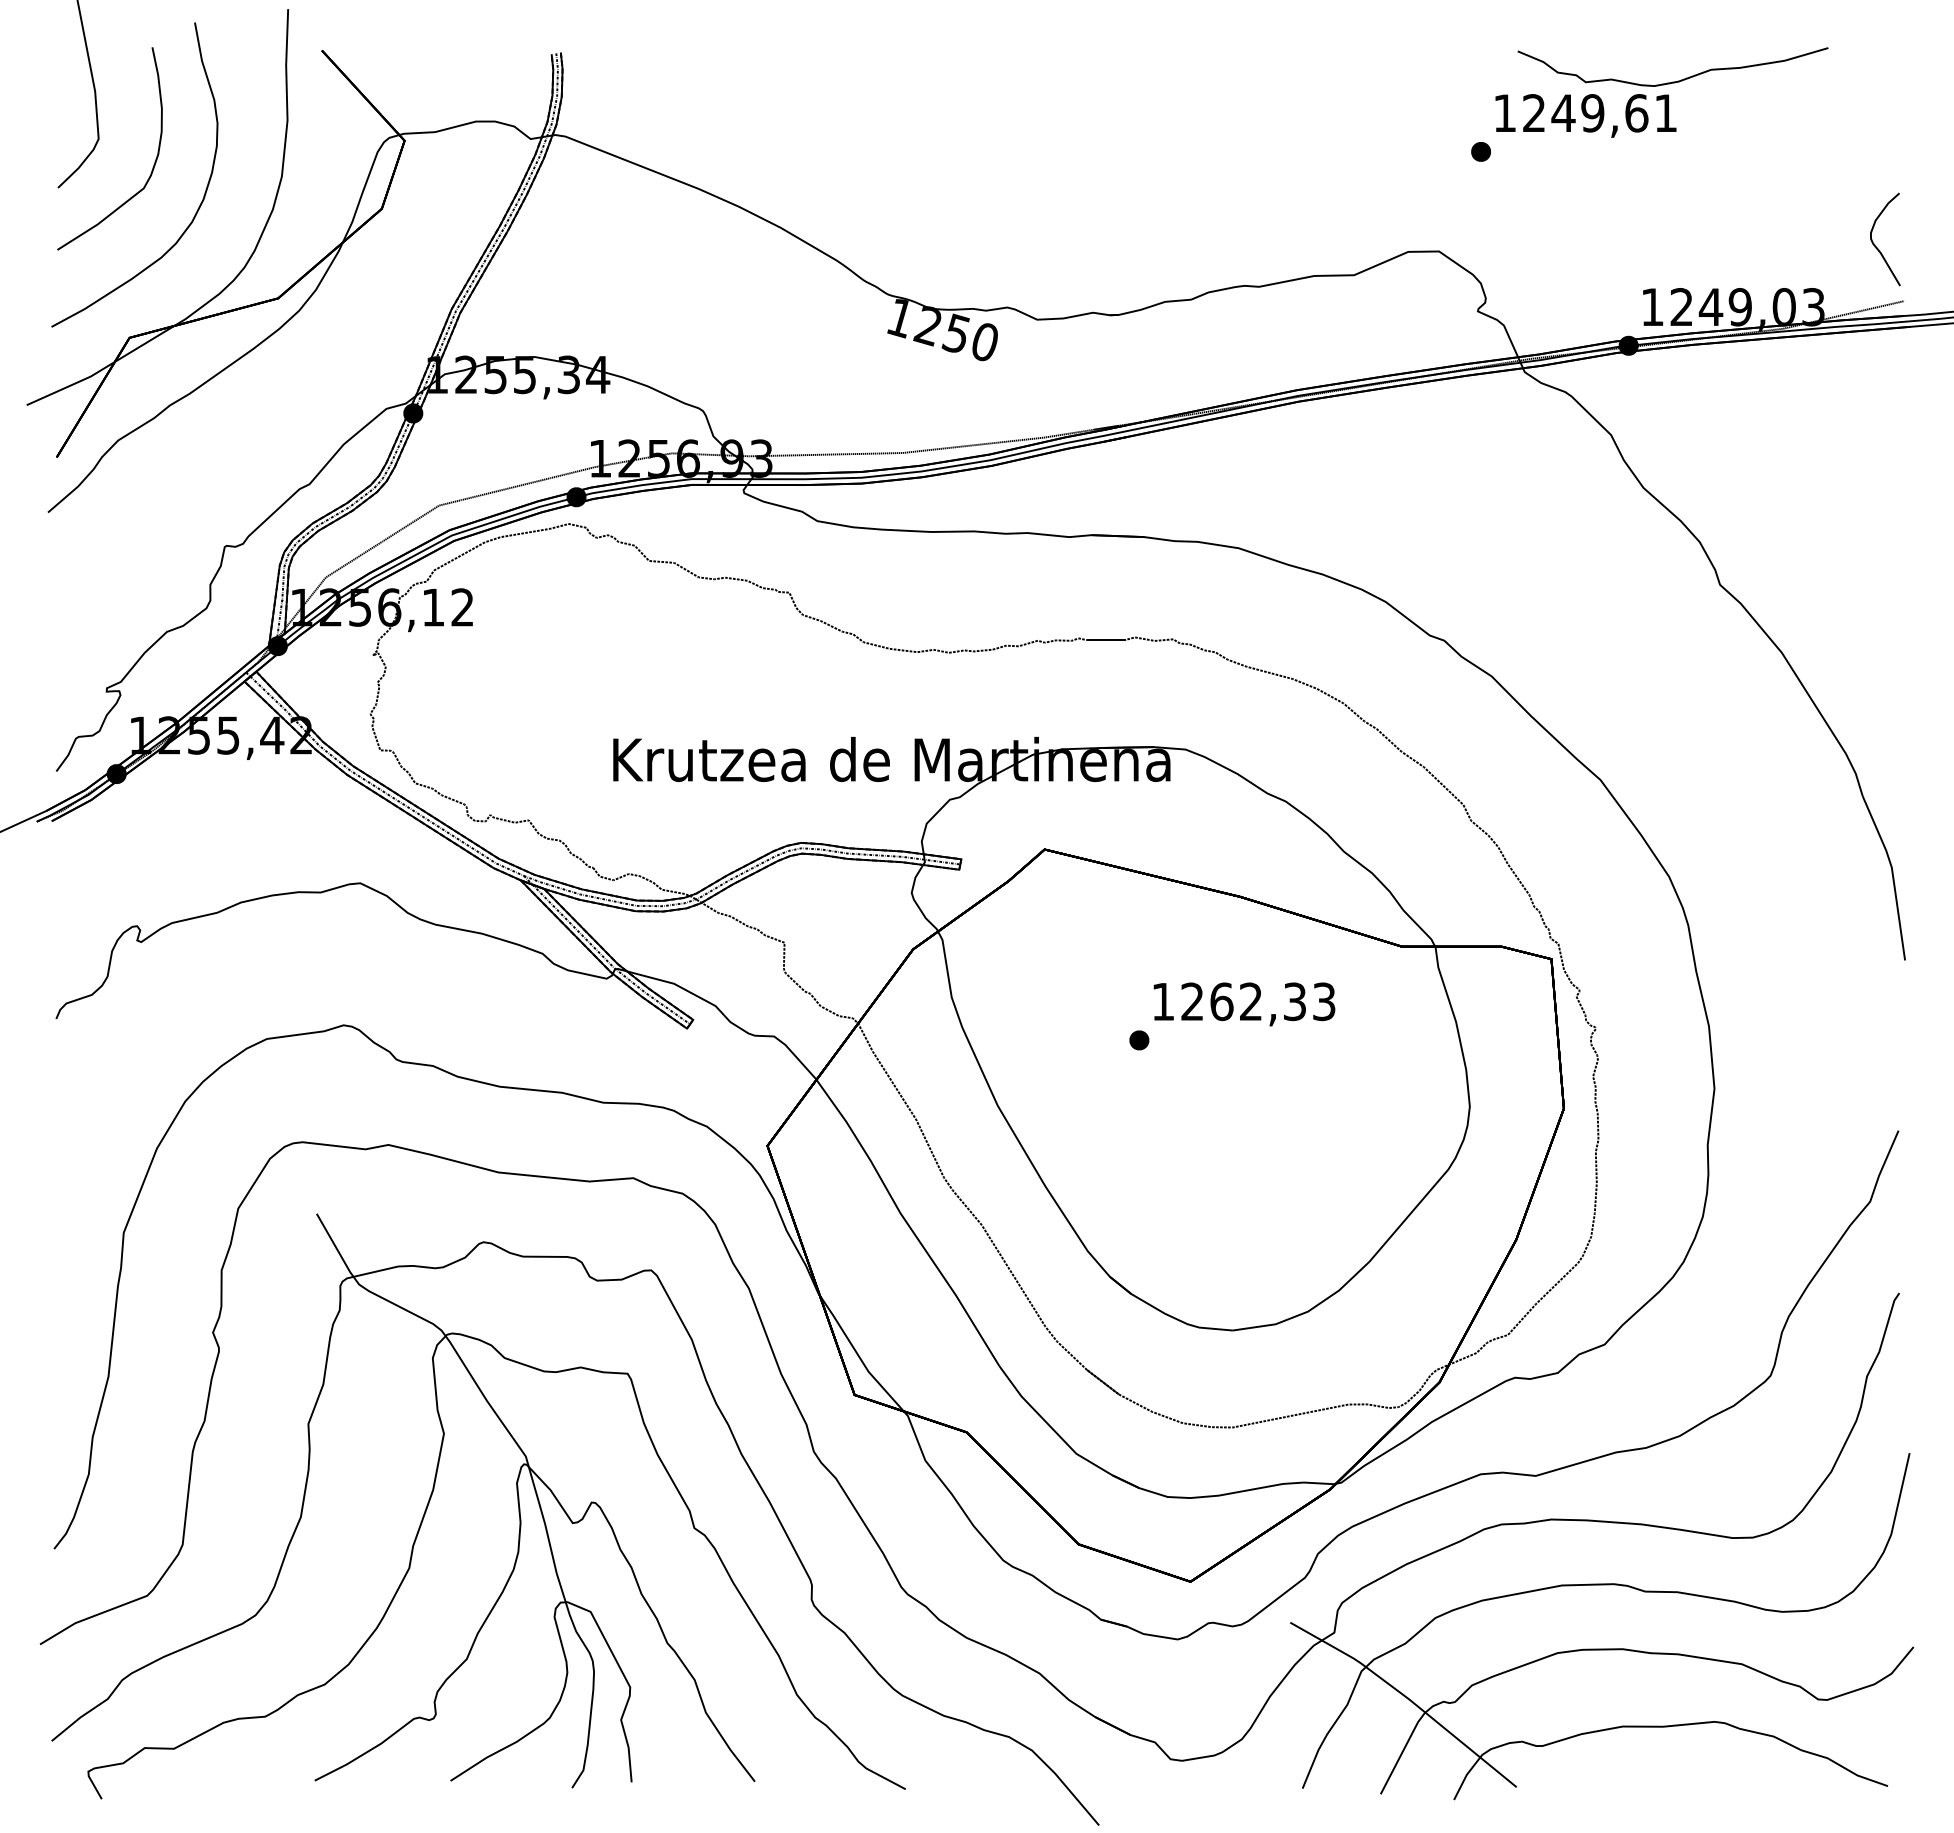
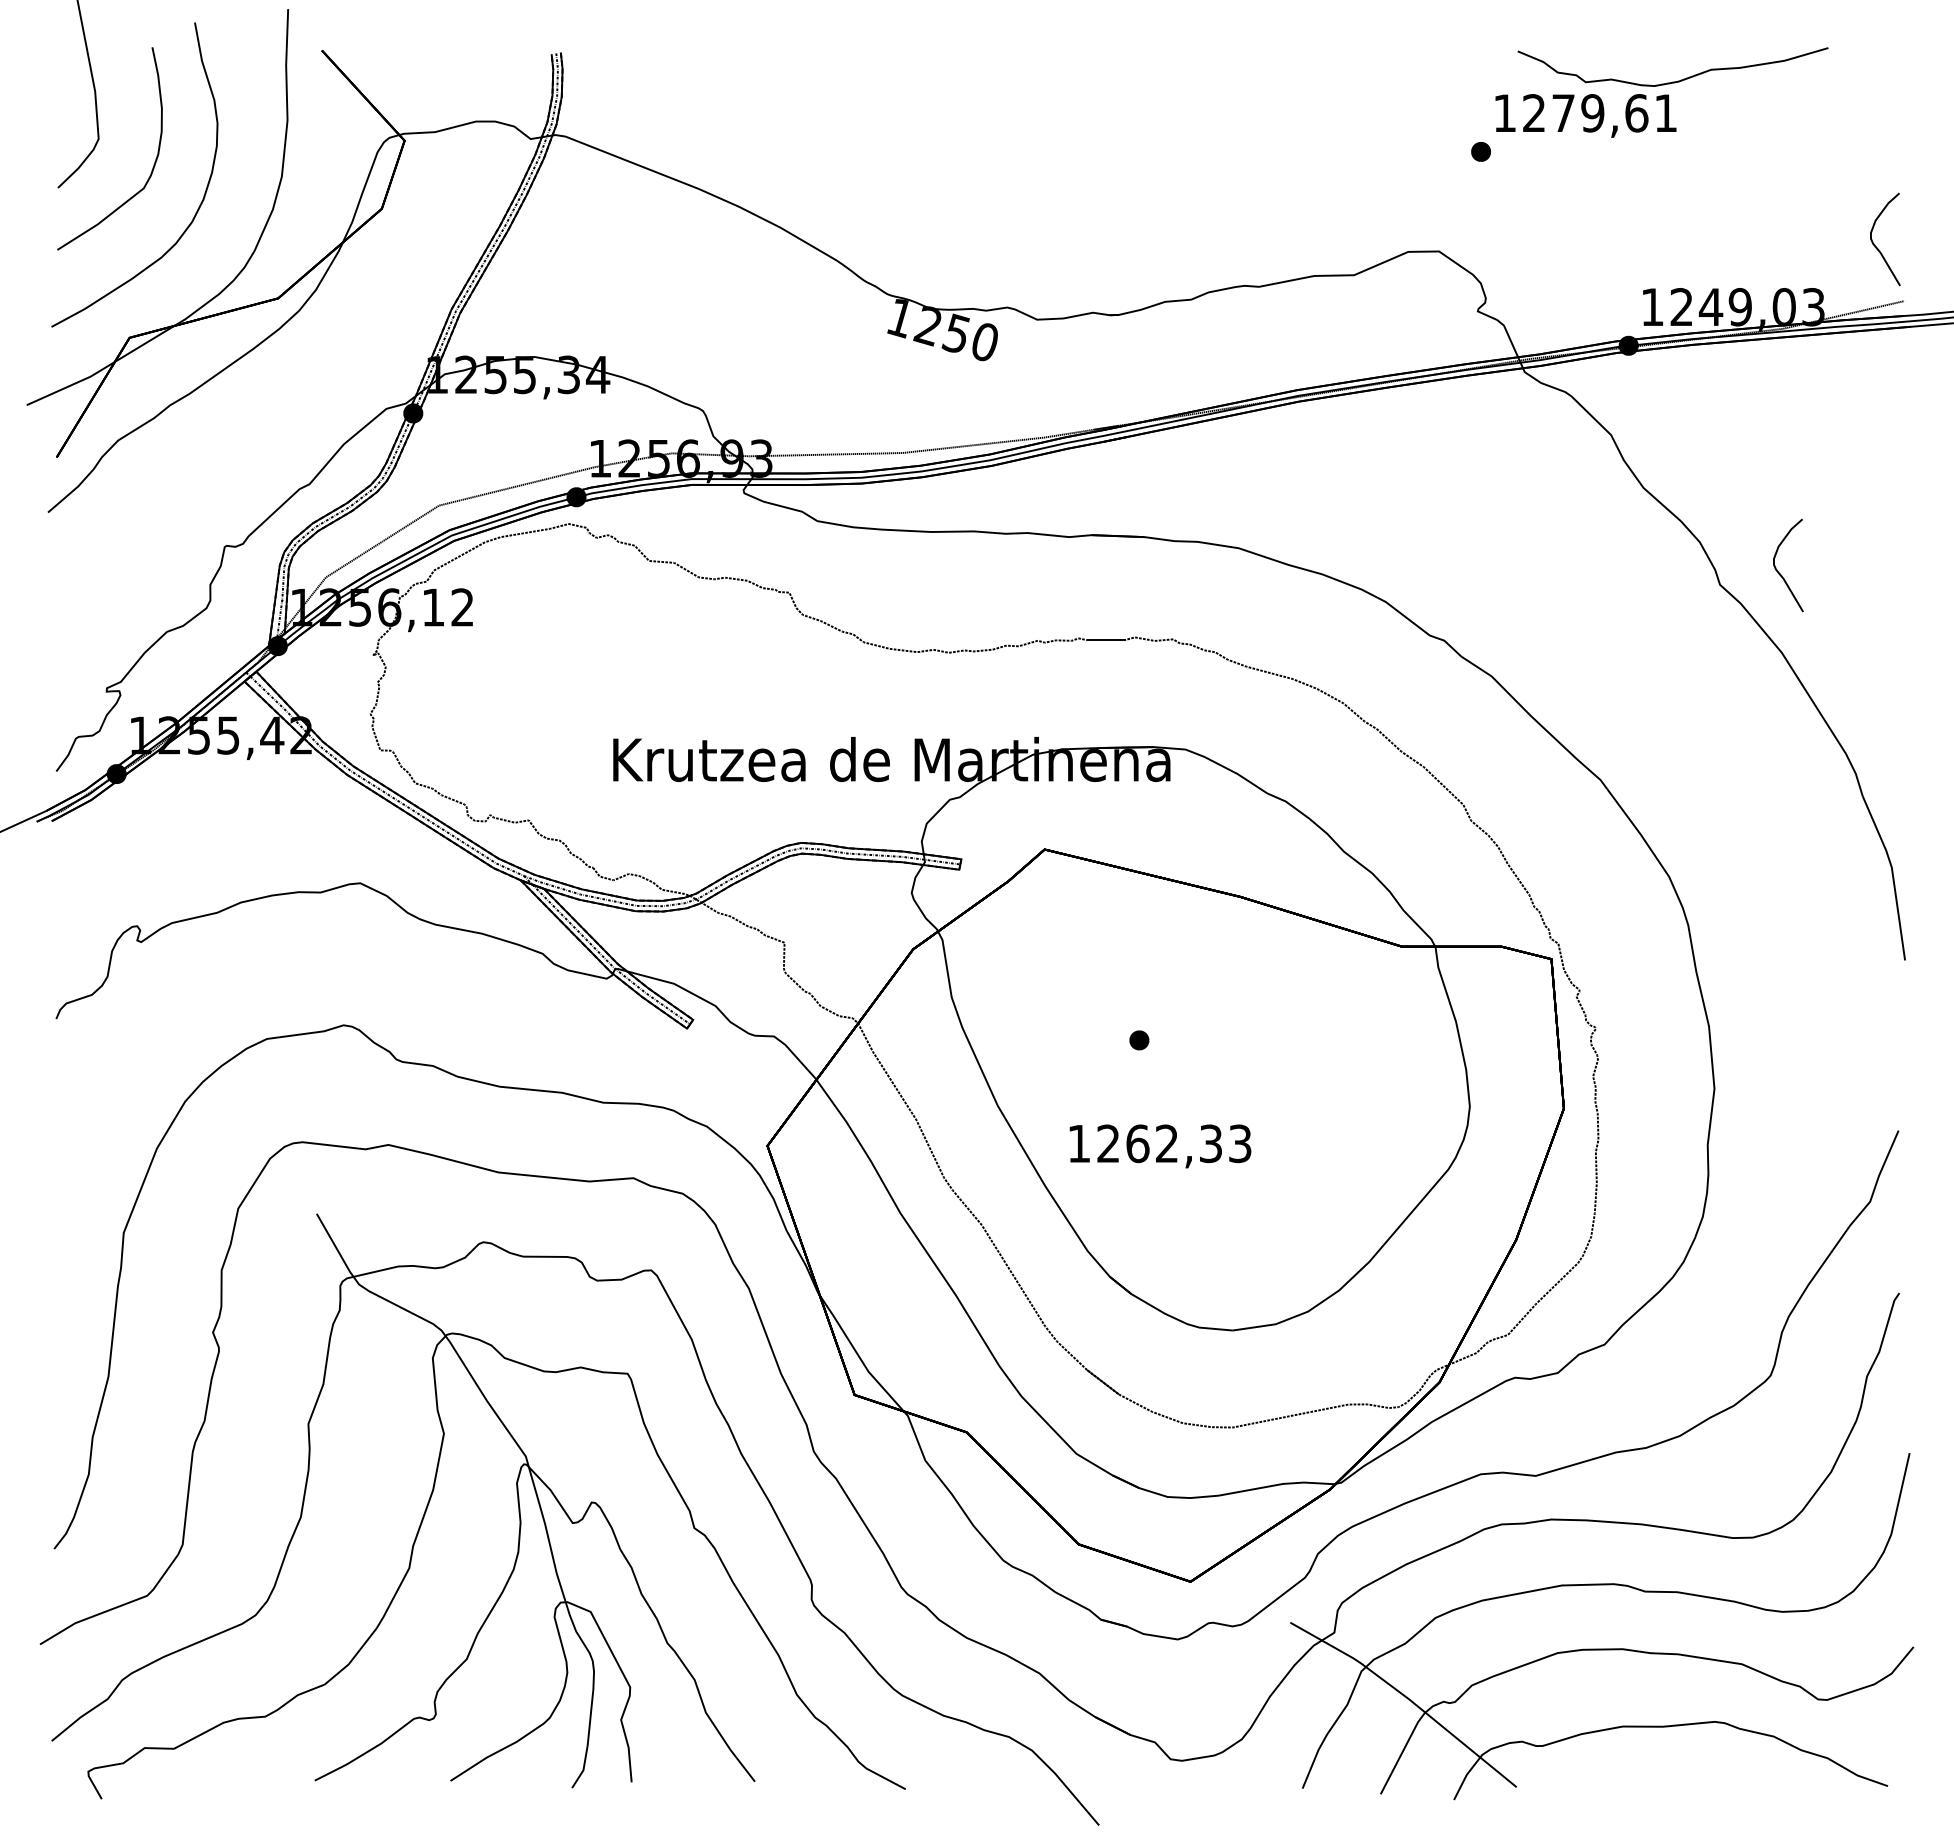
text at (1563, 112): 1249,61 -> 1279,61
curve at (1780, 573): none -> present
text at (1244, 1004) position: (1244, 1004) -> (1160, 1146)
